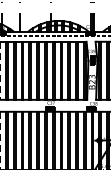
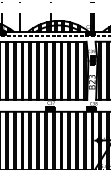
line at (0, 71): dashed -> solid
line at (0, 140): dashed -> solid
